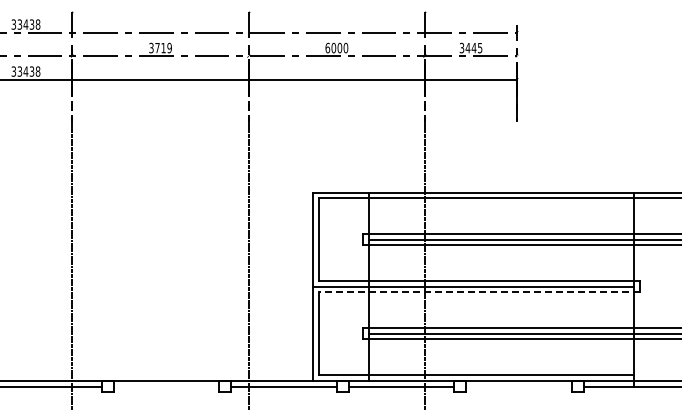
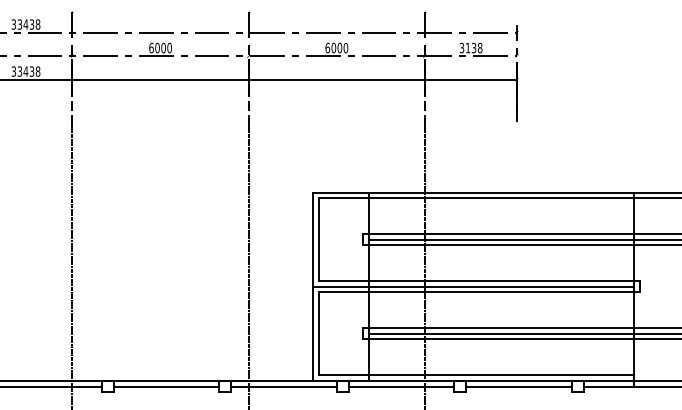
text at (160, 47): 3719 -> 6000
text at (473, 47): 3445 -> 3138
line at (478, 292): dashed -> solid
line at (166, 386): none -> present
line at (518, 386): none -> present
